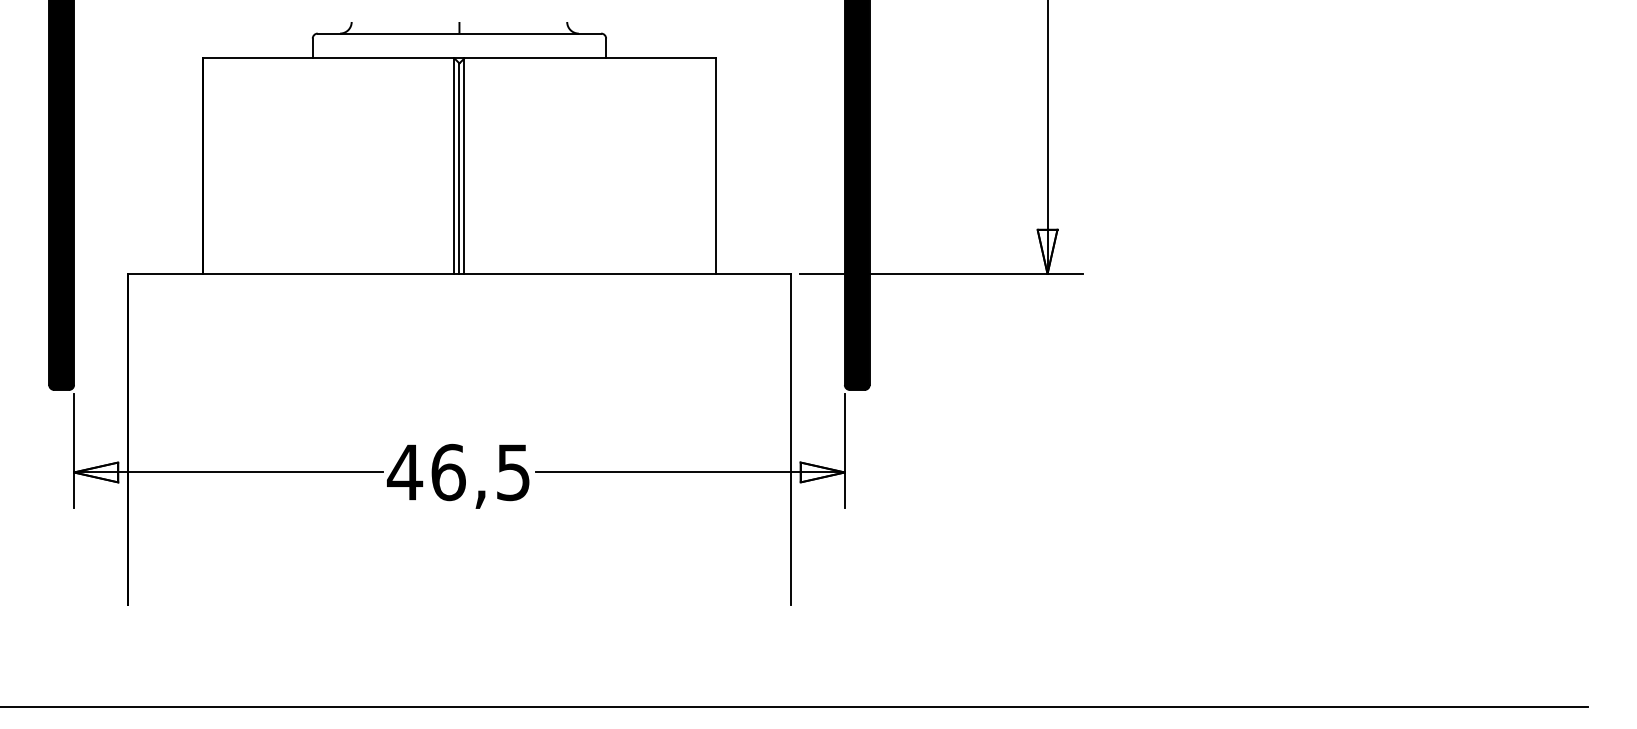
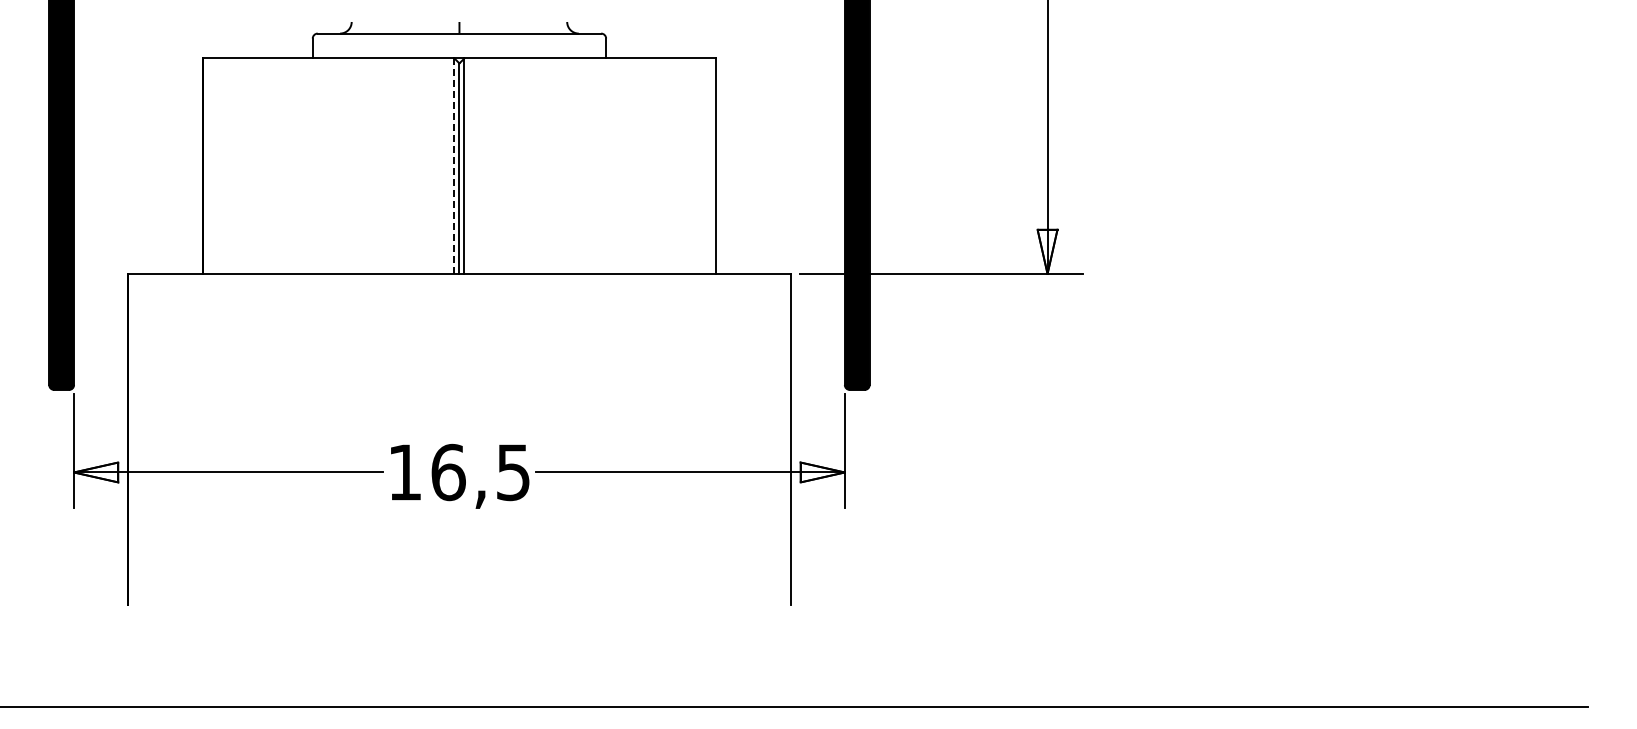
line at (454, 166): solid -> dashed
text at (405, 472): 46,5 -> 16,5
